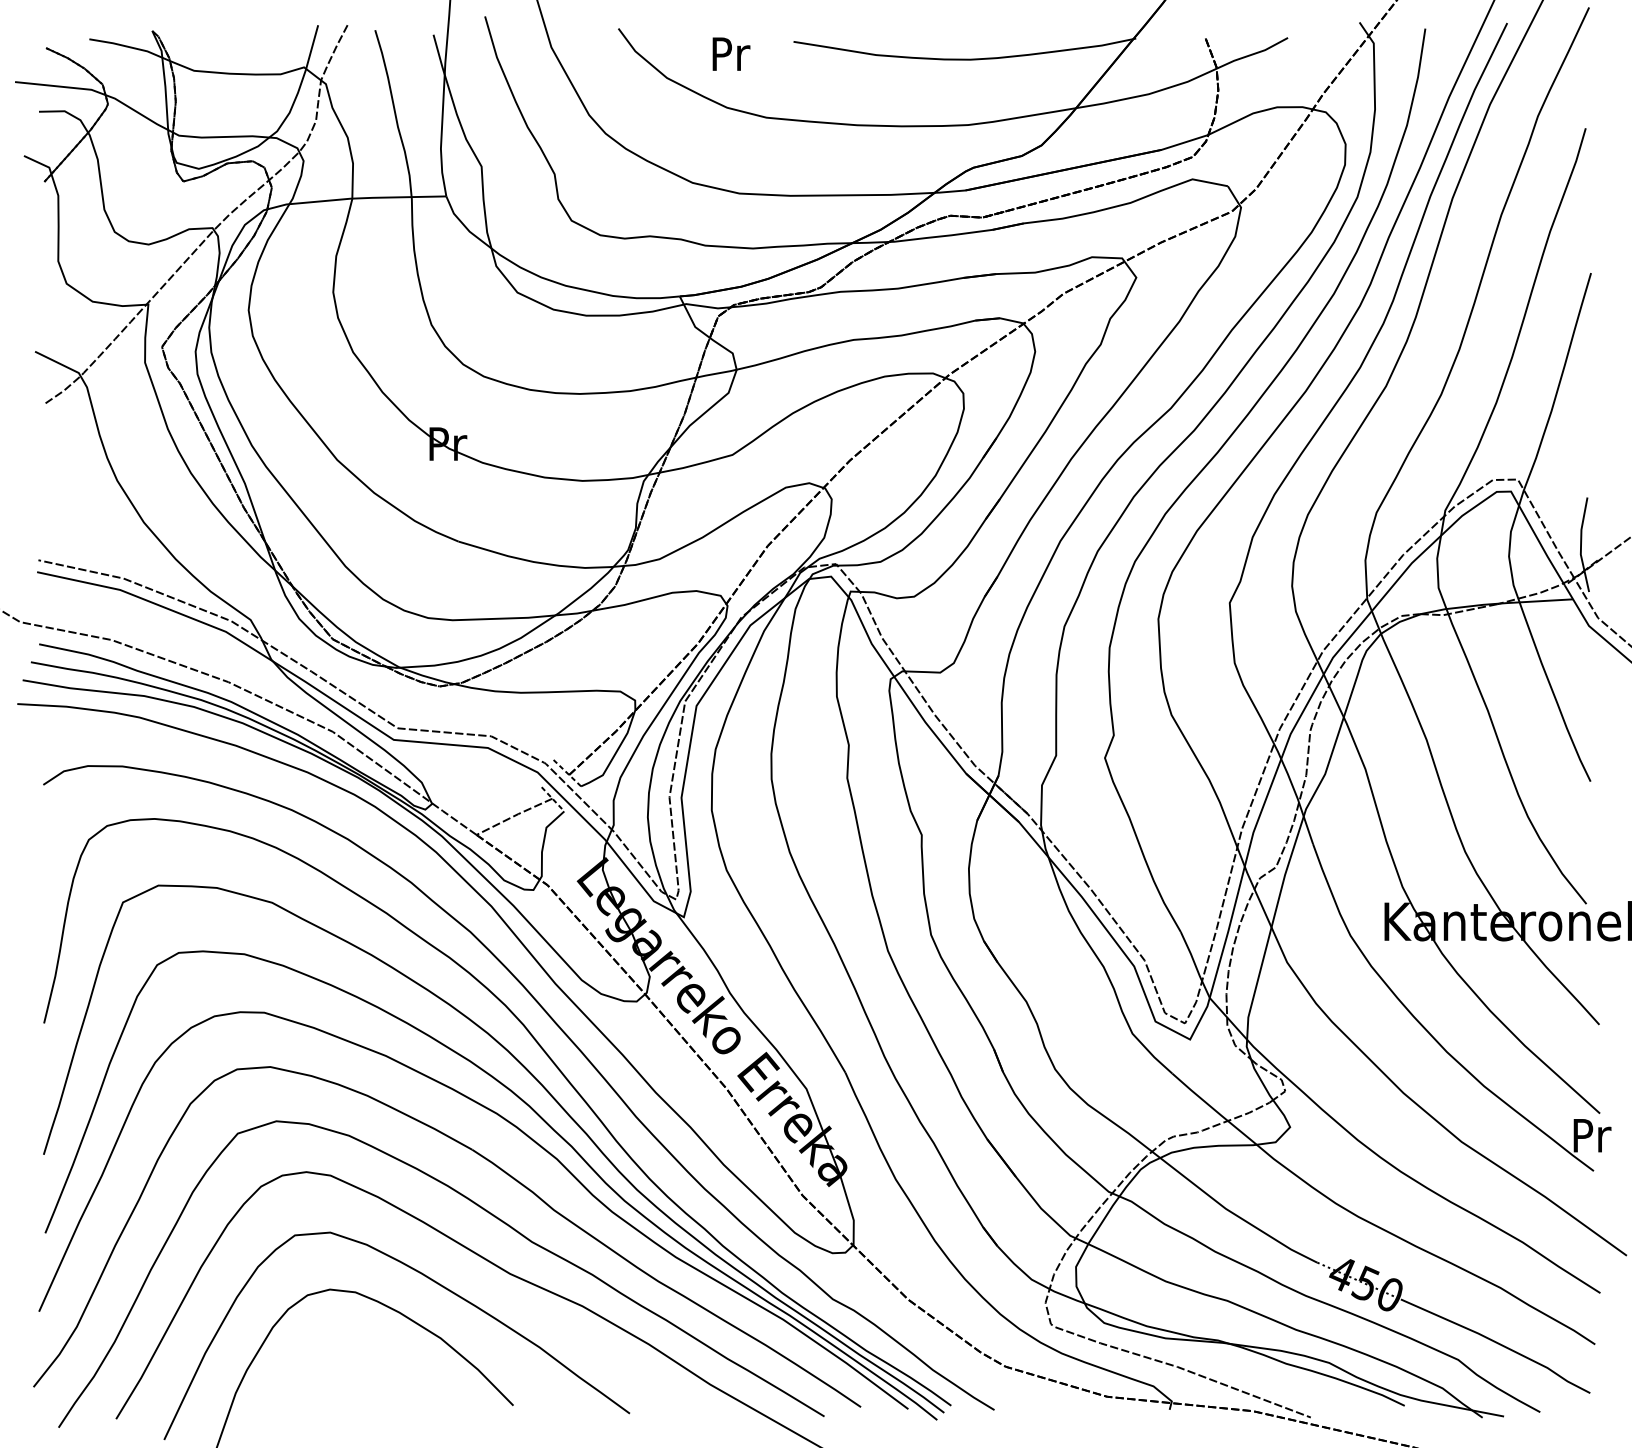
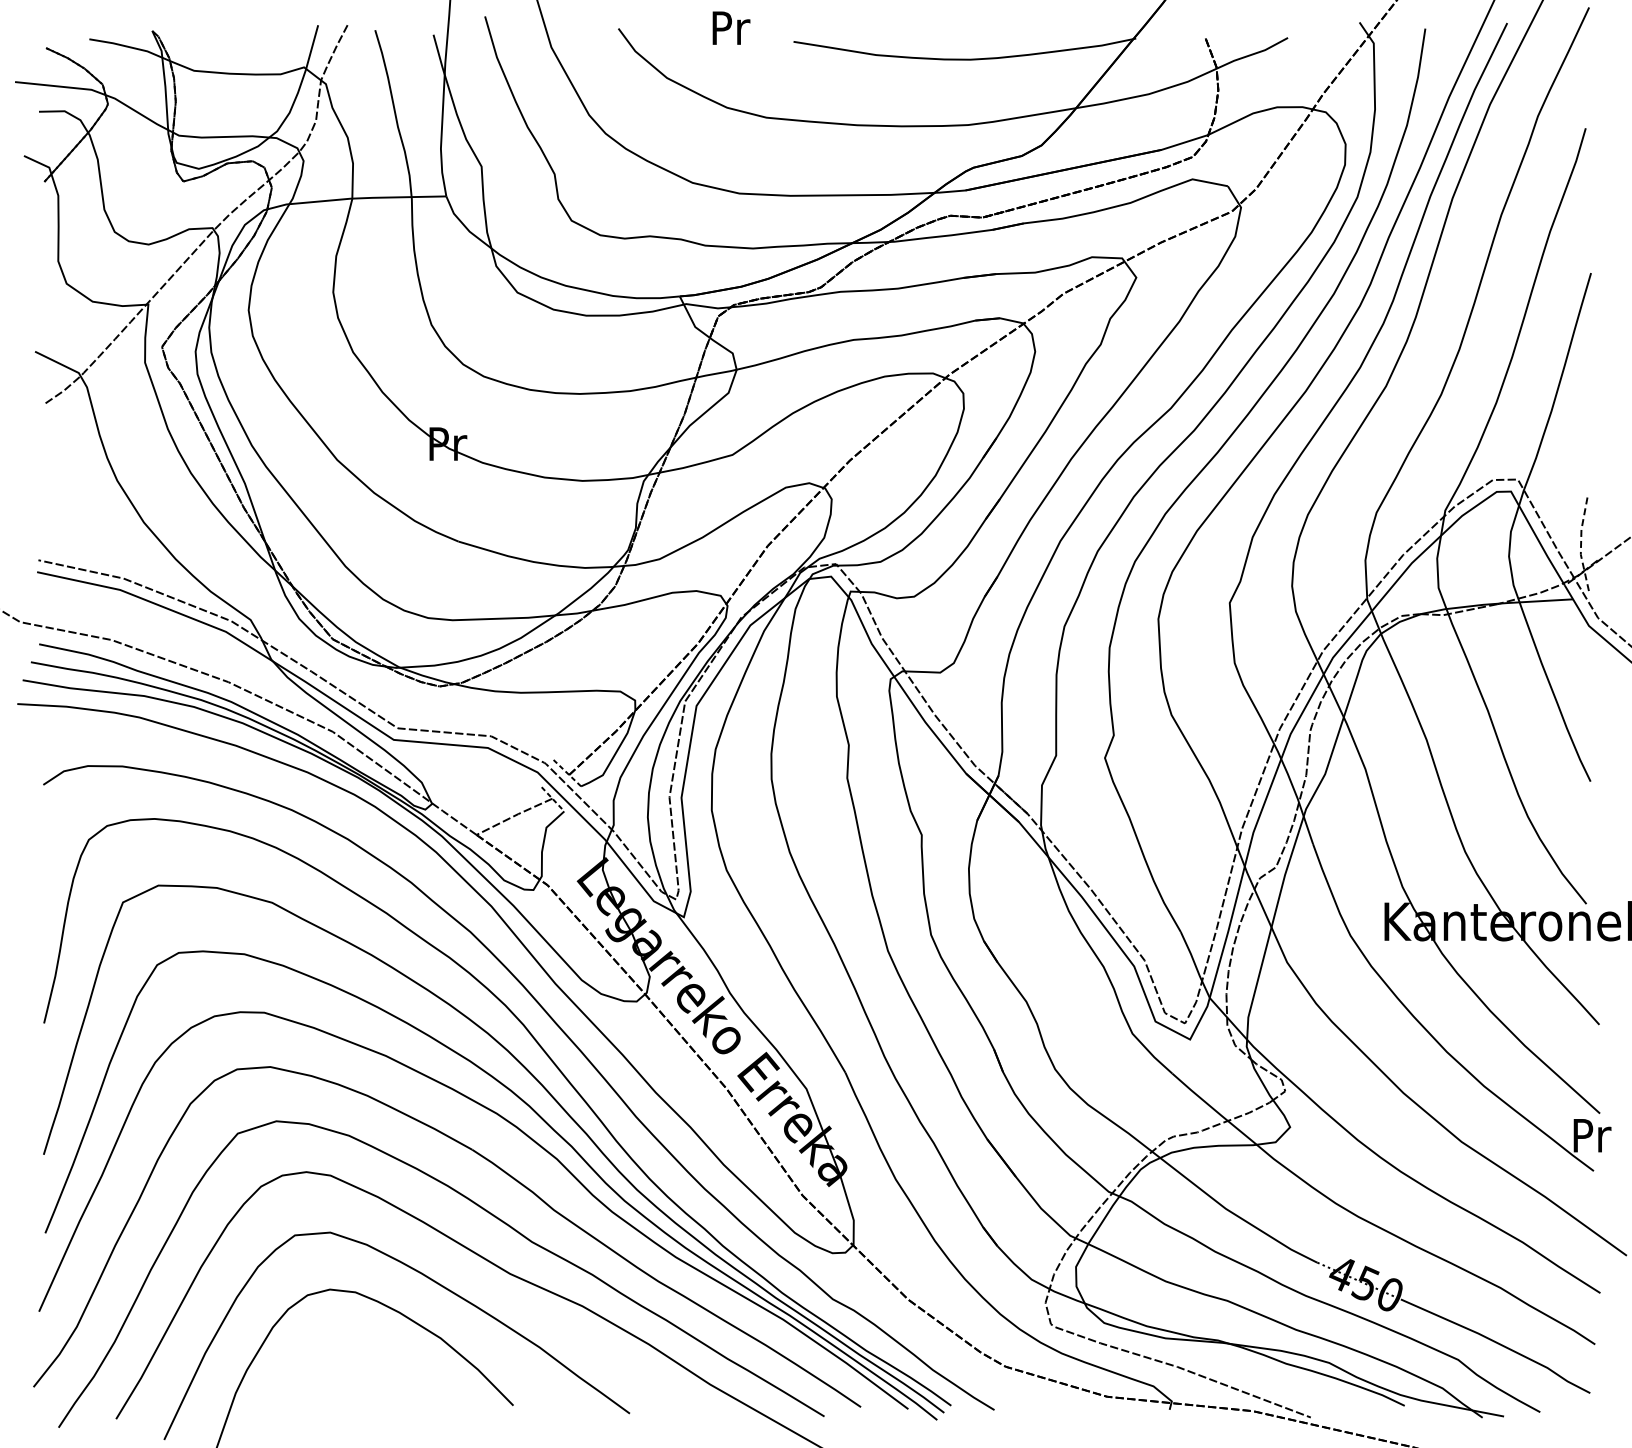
text at (731, 53) position: (731, 53) -> (731, 27)
line at (1581, 545): solid -> dashed
